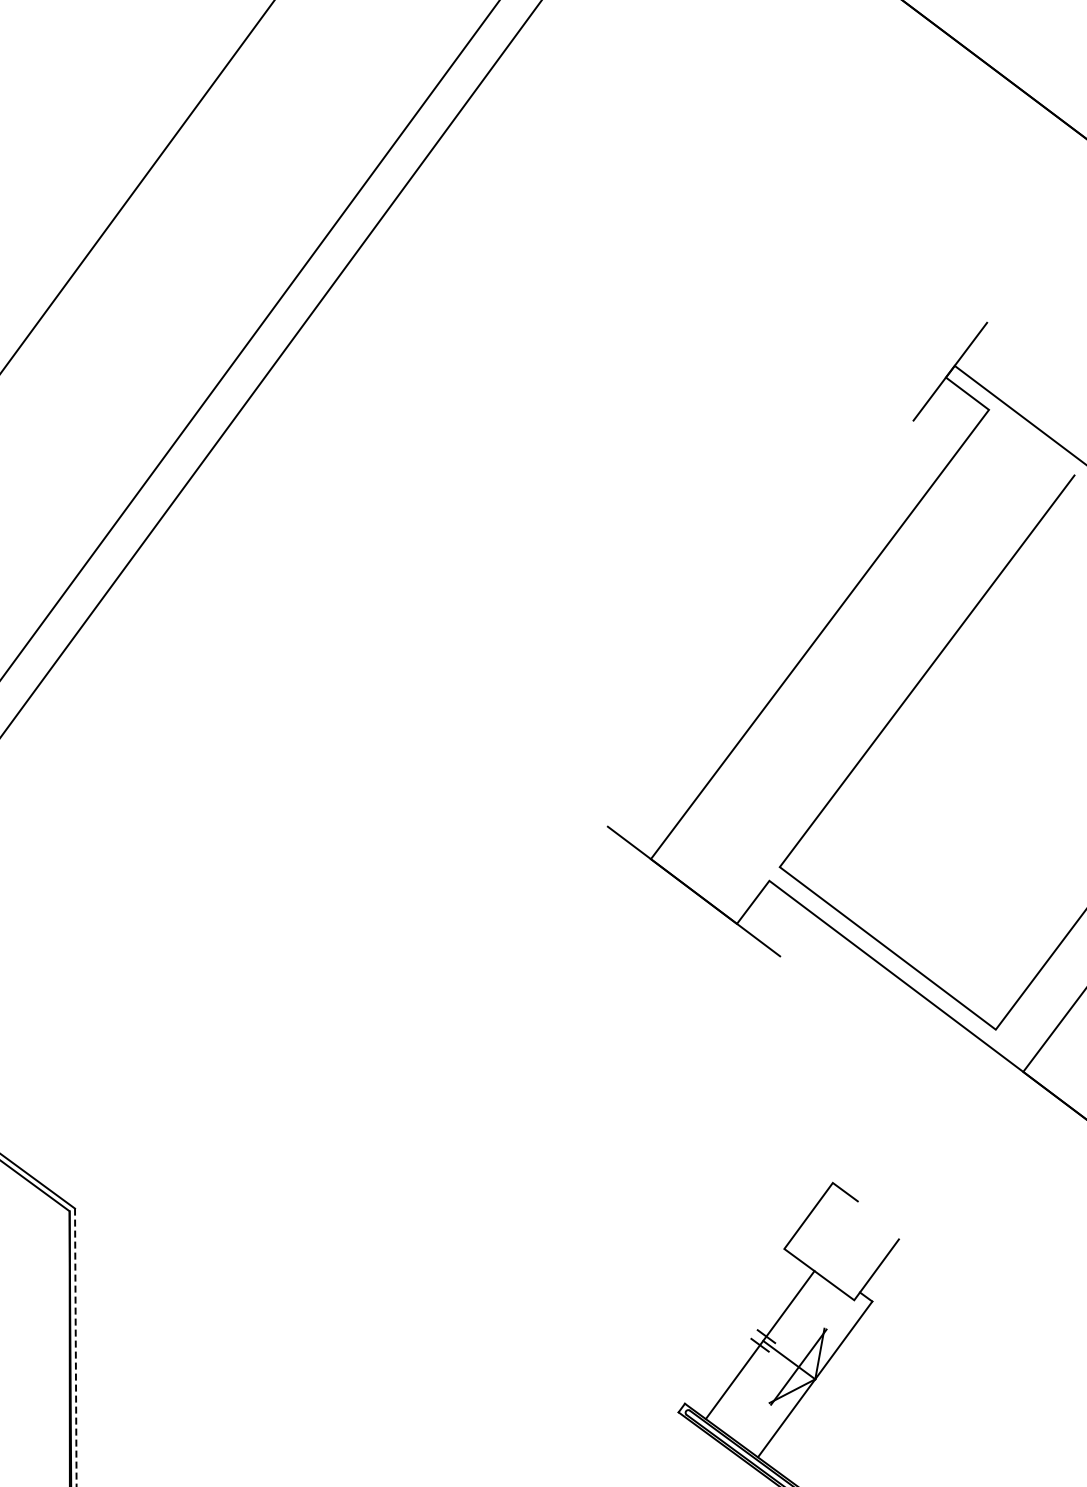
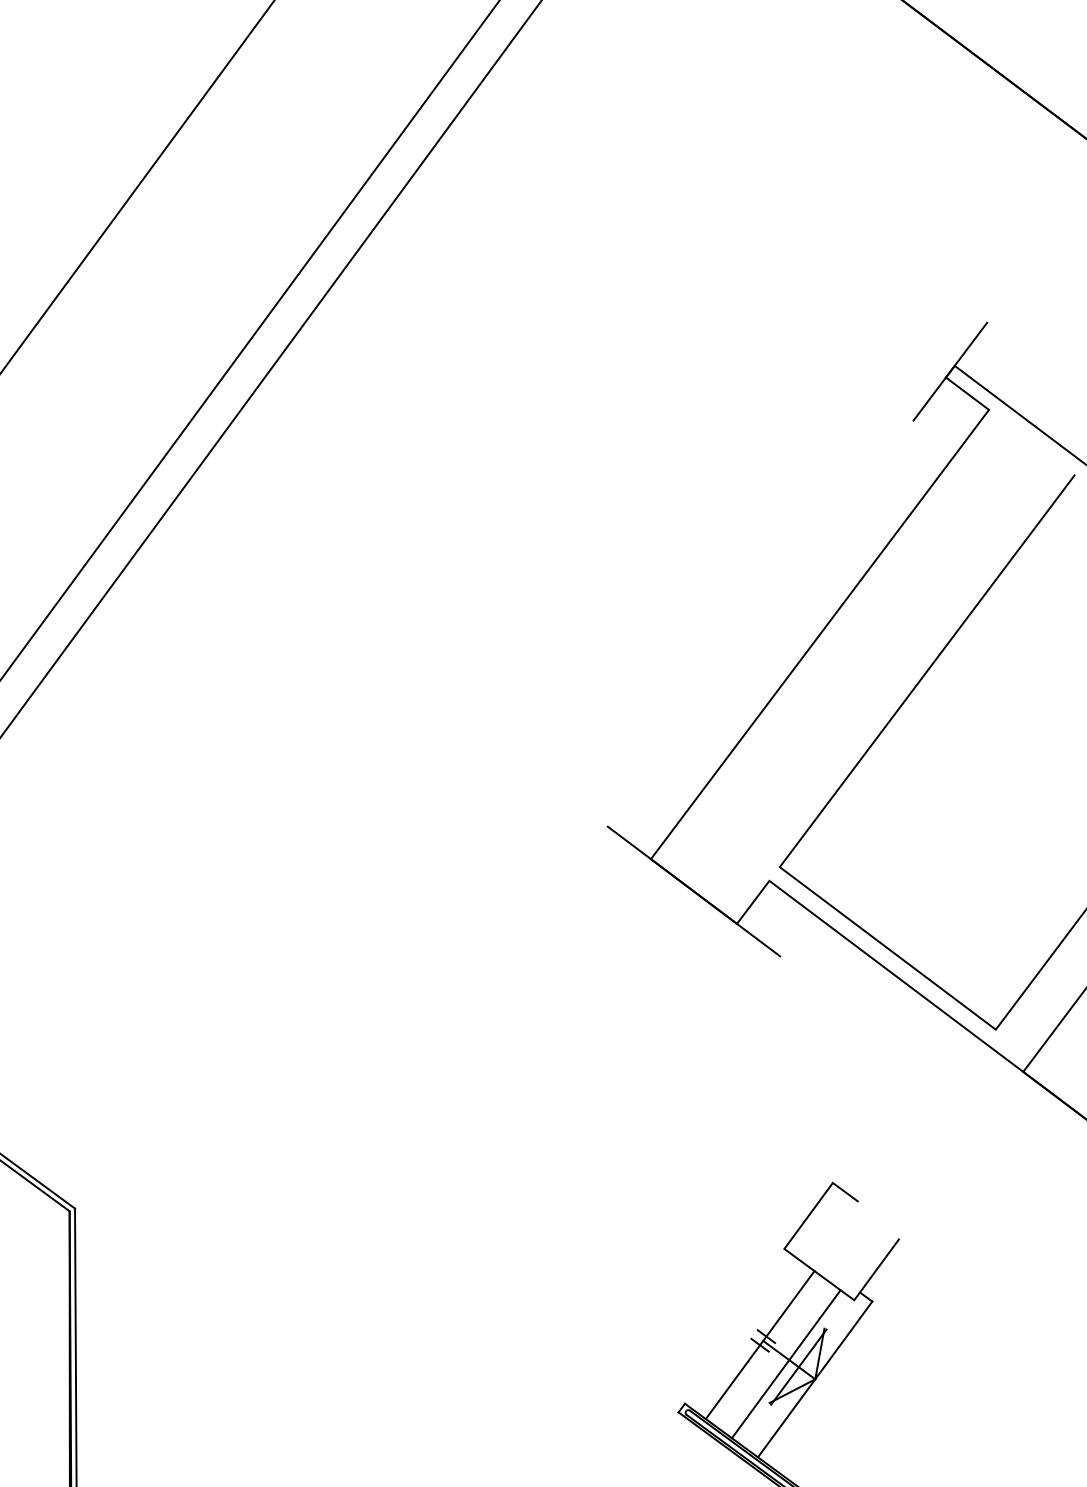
line at (75, 1347): dashed -> solid
line at (785, 1364): none -> present
